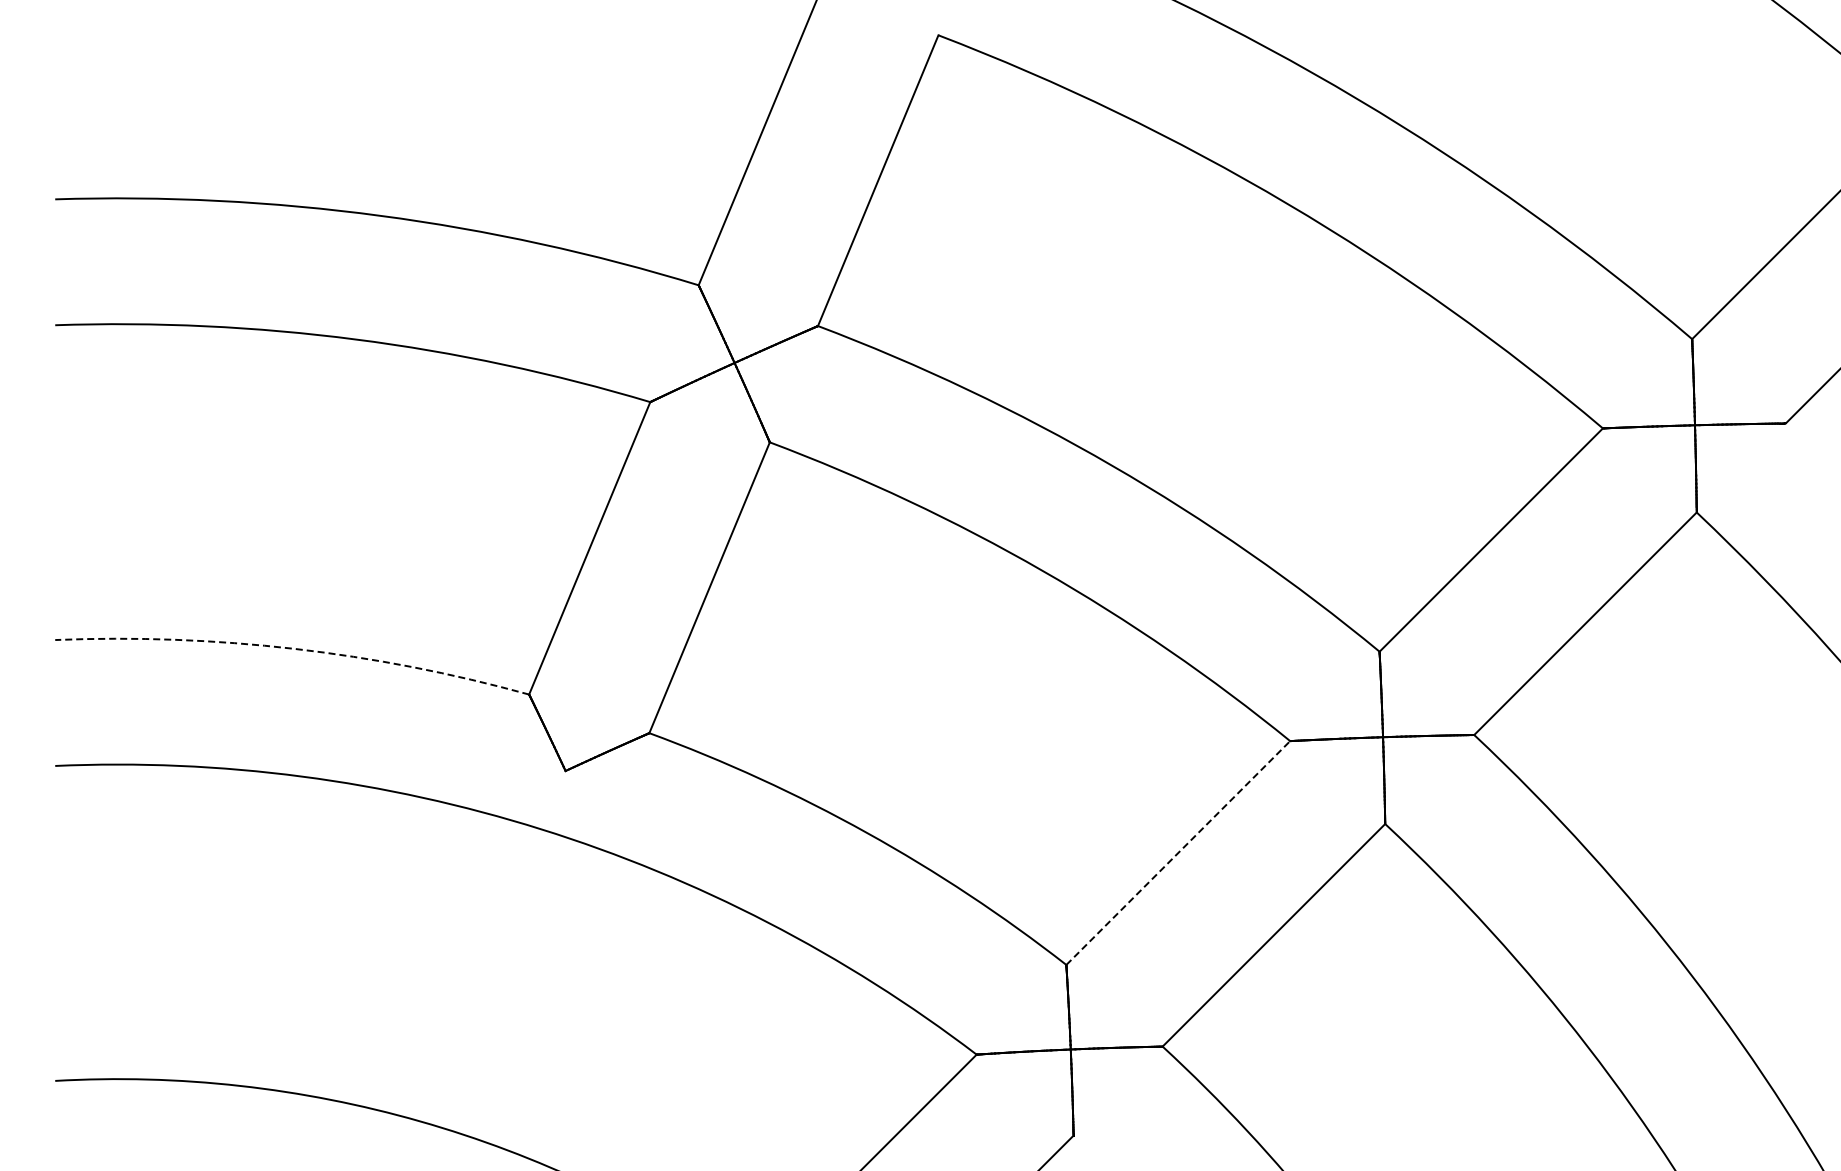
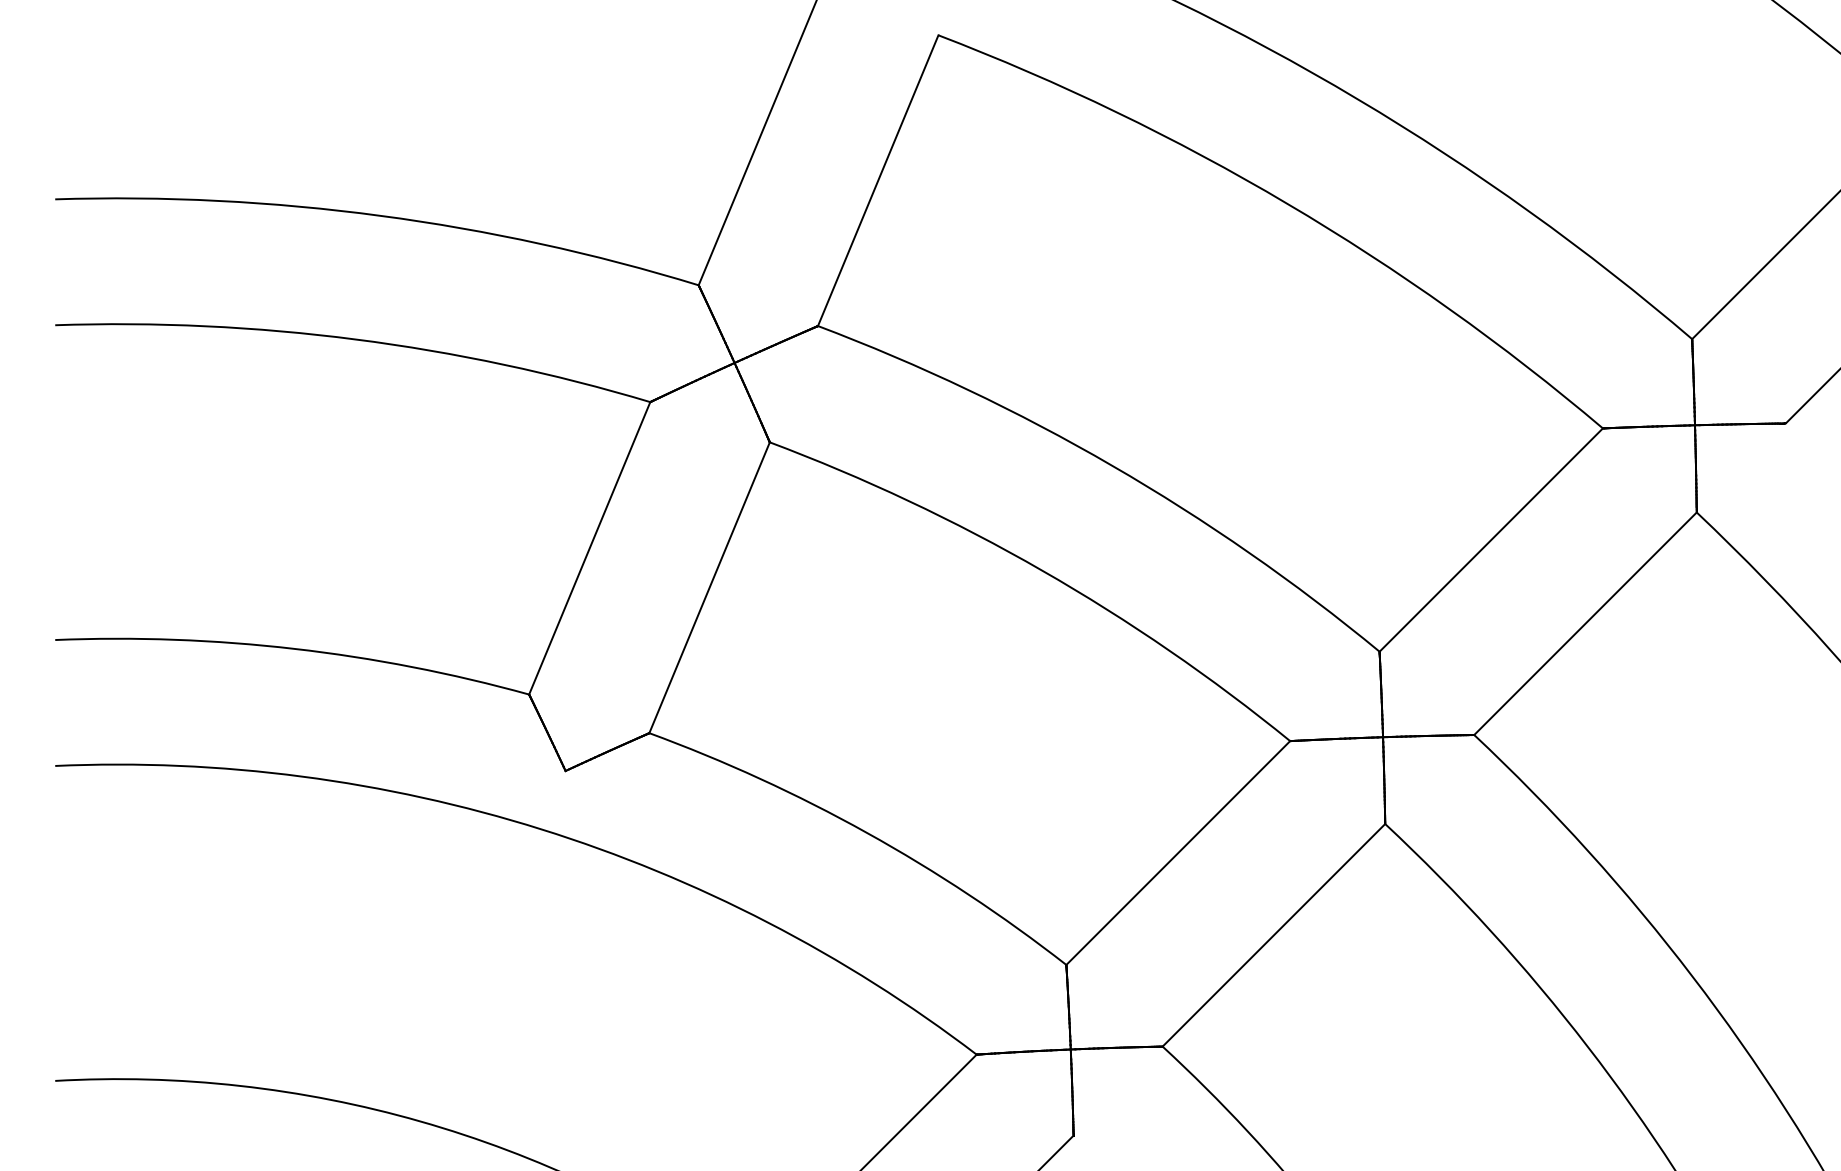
arc at (294, 648): dashed -> solid
line at (1178, 852): dashed -> solid
